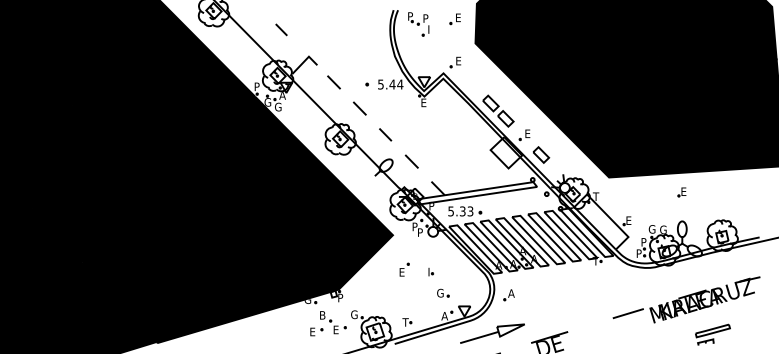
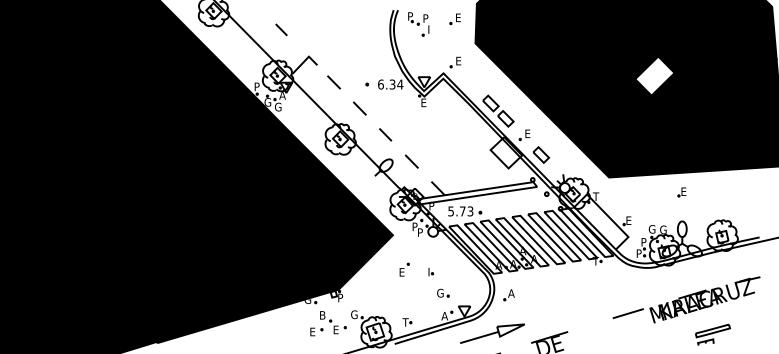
fill at (654, 75): present -> none
text at (386, 84): 5.44 -> 6.34
text at (462, 211): 5.33 -> 5.73
